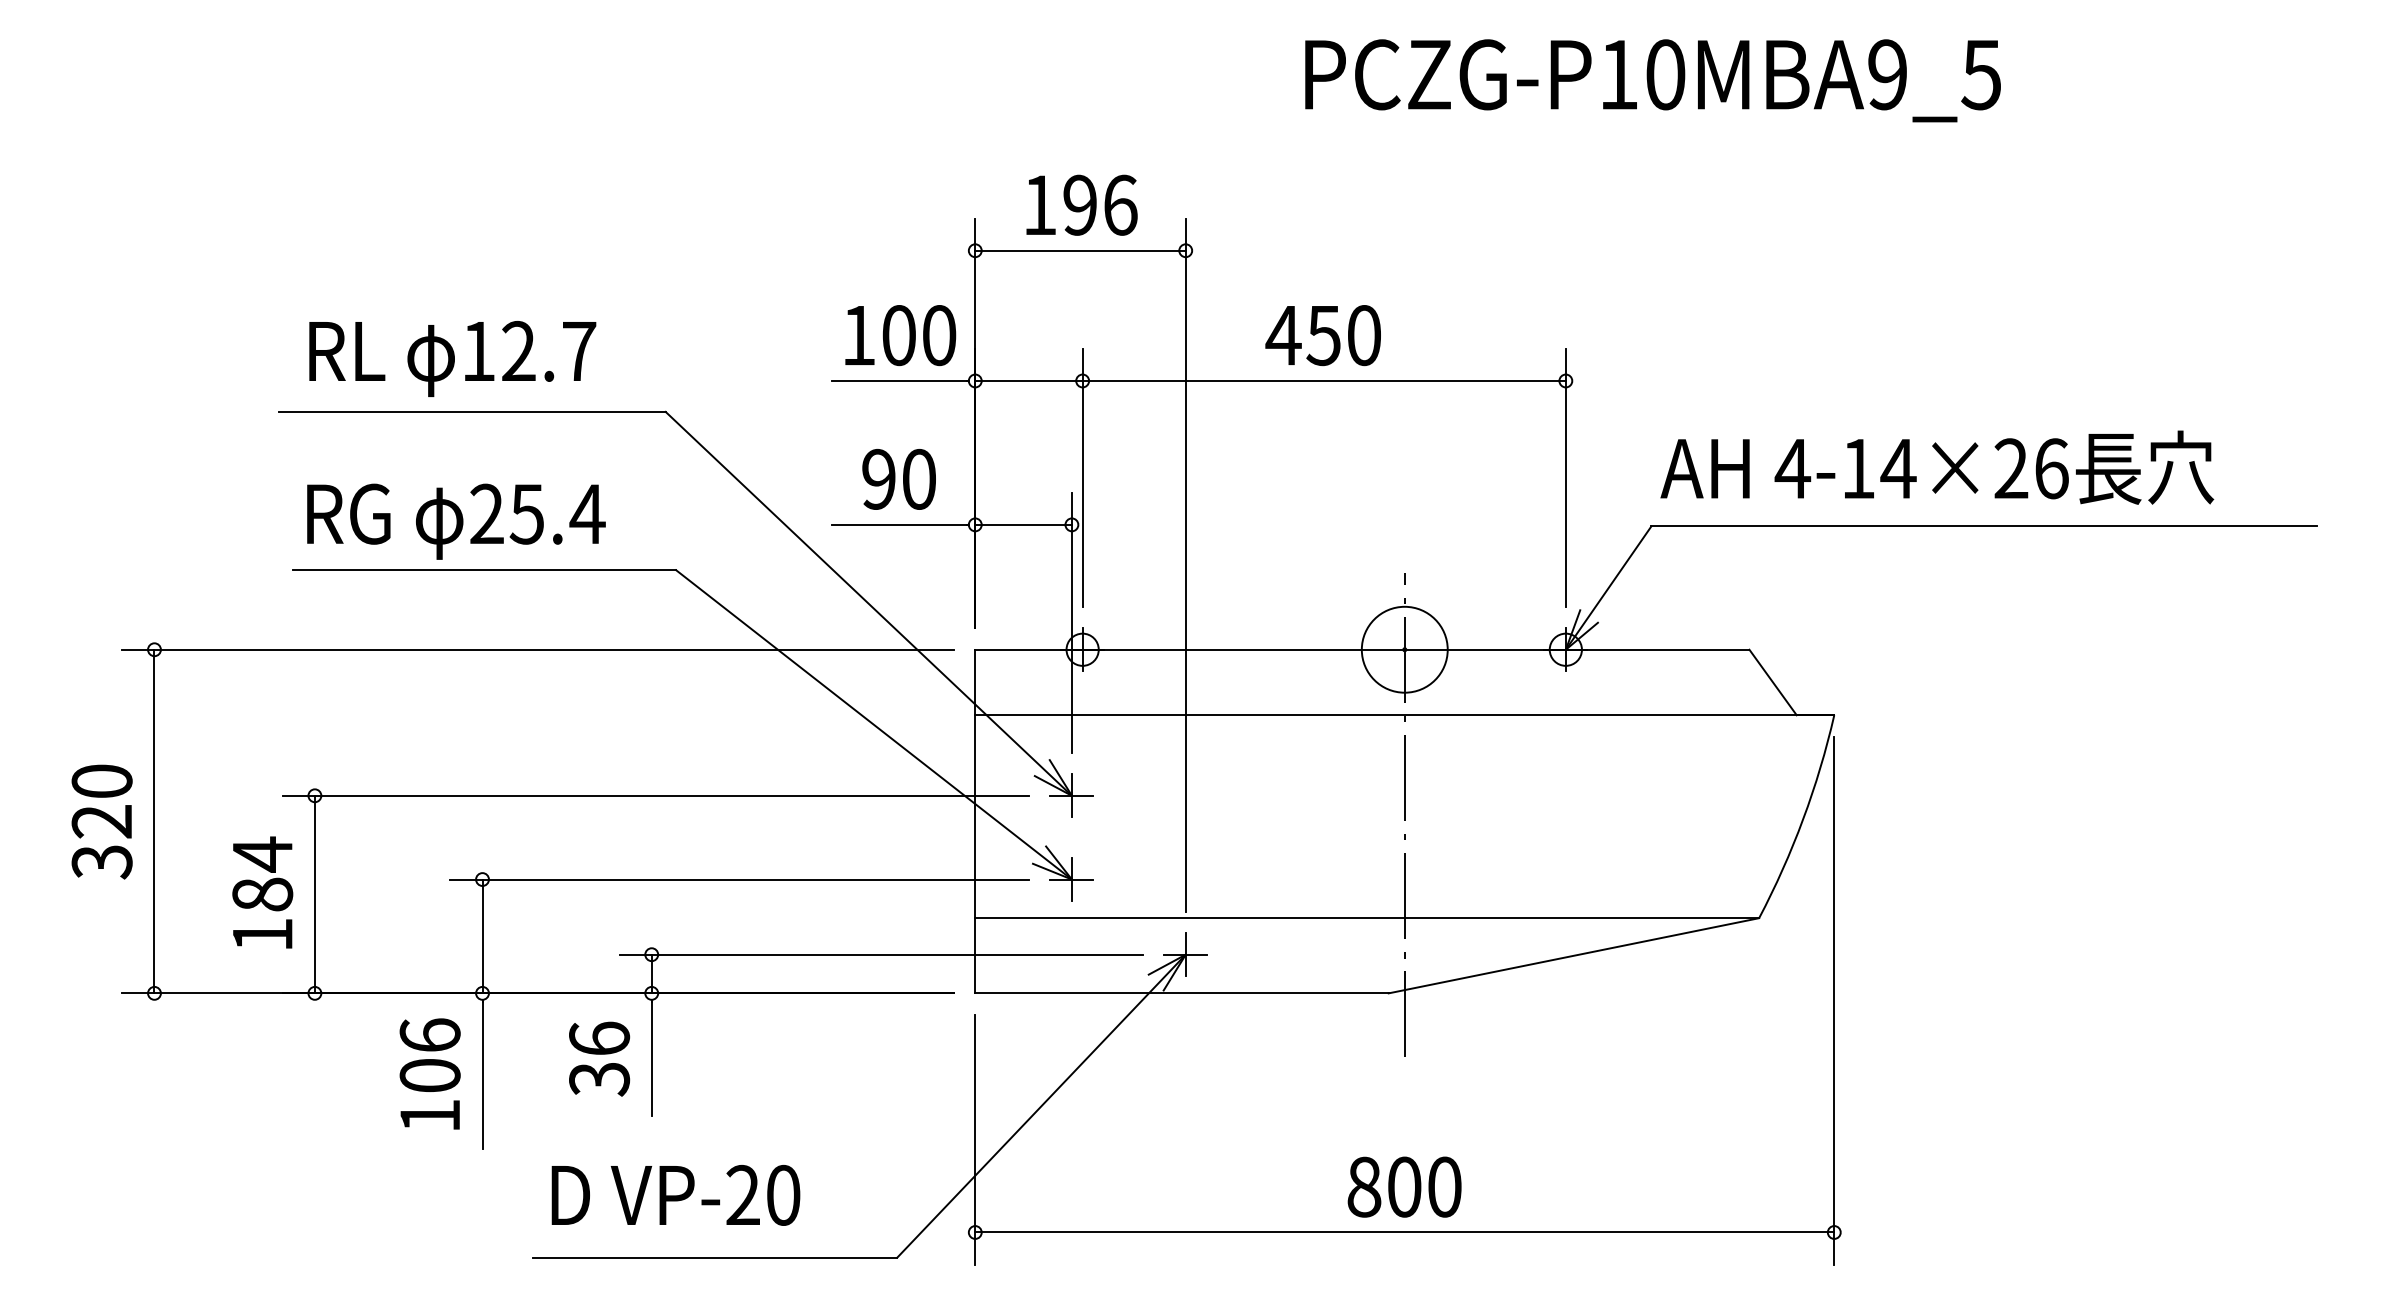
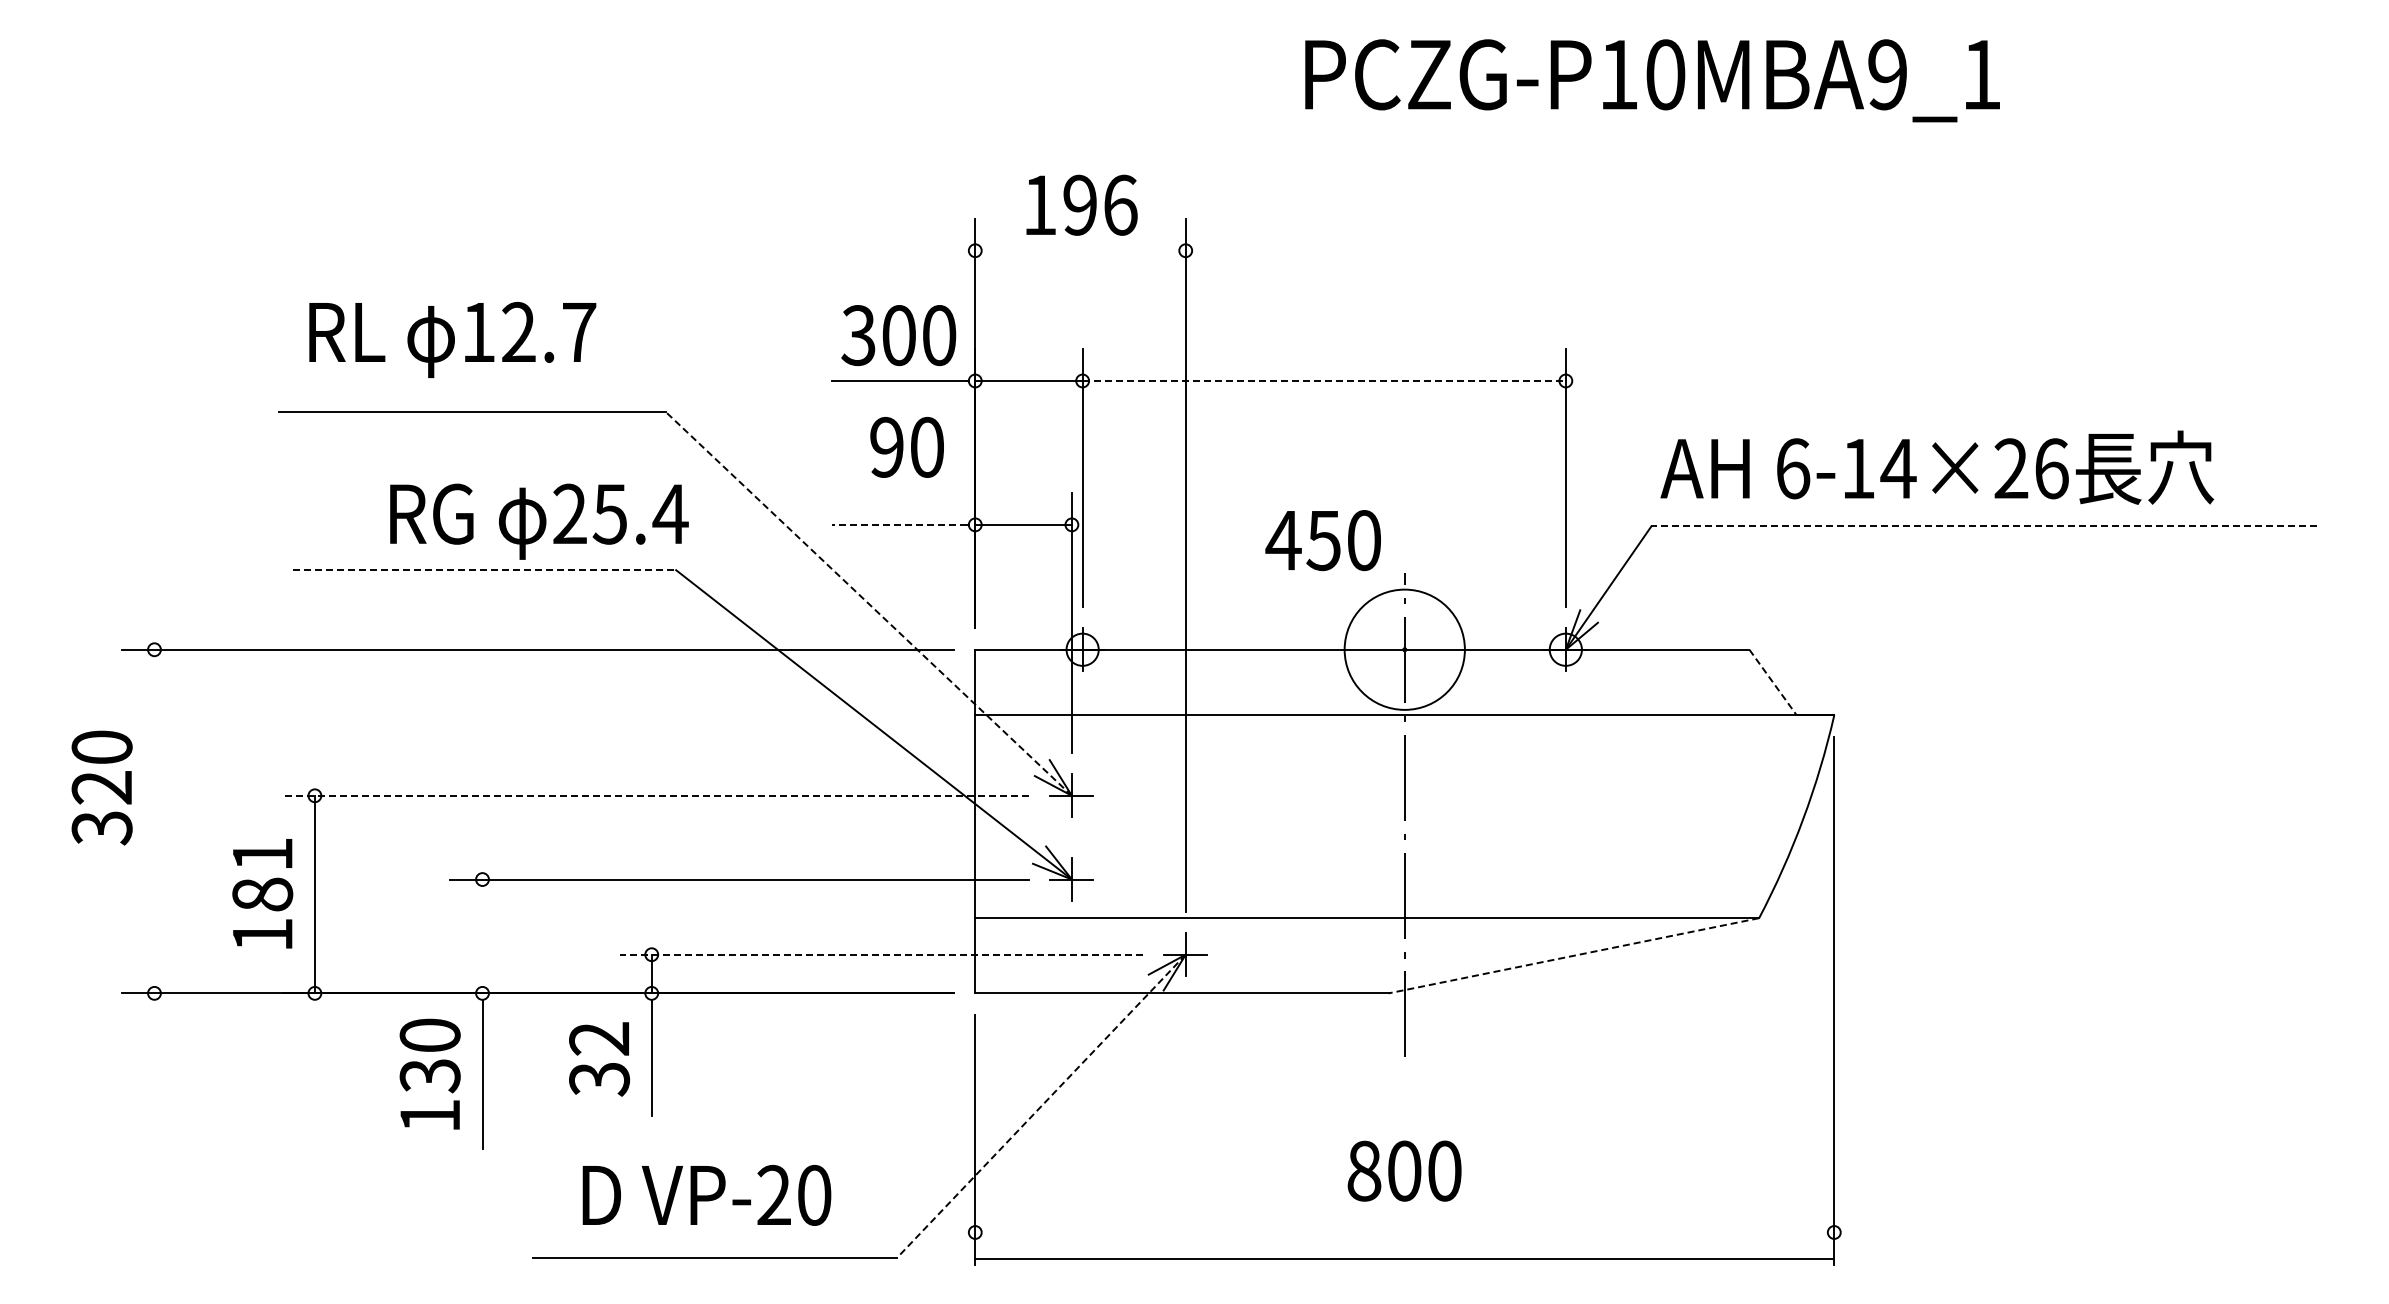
text at (1980, 75): PCZG-P10MBA9_5 -> PCZG-P10MBA9_1
line at (1080, 250): present -> none
text at (858, 335): 100 -> 300
text at (1322, 335) position: (1322, 335) -> (1322, 540)
text at (452, 358) position: (452, 358) -> (452, 339)
line at (1324, 381): solid -> dashed
text at (1792, 468): 4-14×26 -> 6-14×26
text at (898, 479) position: (898, 479) -> (906, 447)
text at (456, 521) position: (456, 521) -> (539, 521)
line at (898, 525): solid -> dashed
line at (1983, 526): solid -> dashed
line at (485, 570): solid -> dashed
line at (868, 603): solid -> dashed
circle at (1404, 649) diameter: 86 px -> 120 px
line at (1773, 682): solid -> dashed
line at (655, 795): solid -> dashed
text at (101, 821) position: (101, 821) -> (101, 787)
line at (154, 821): present -> none
text at (262, 854): 184 -> 181
line at (482, 936): present -> none
line at (881, 954): solid -> dashed
line at (1573, 955): solid -> dashed
text at (599, 1038): 36 -> 32
text at (429, 1055): 106 -> 130
line at (1041, 1106): solid -> dashed
text at (1404, 1186) position: (1404, 1186) -> (1404, 1170)
text at (675, 1195) position: (675, 1195) -> (706, 1195)
line at (1404, 1232) position: (1404, 1232) -> (1404, 1259)
